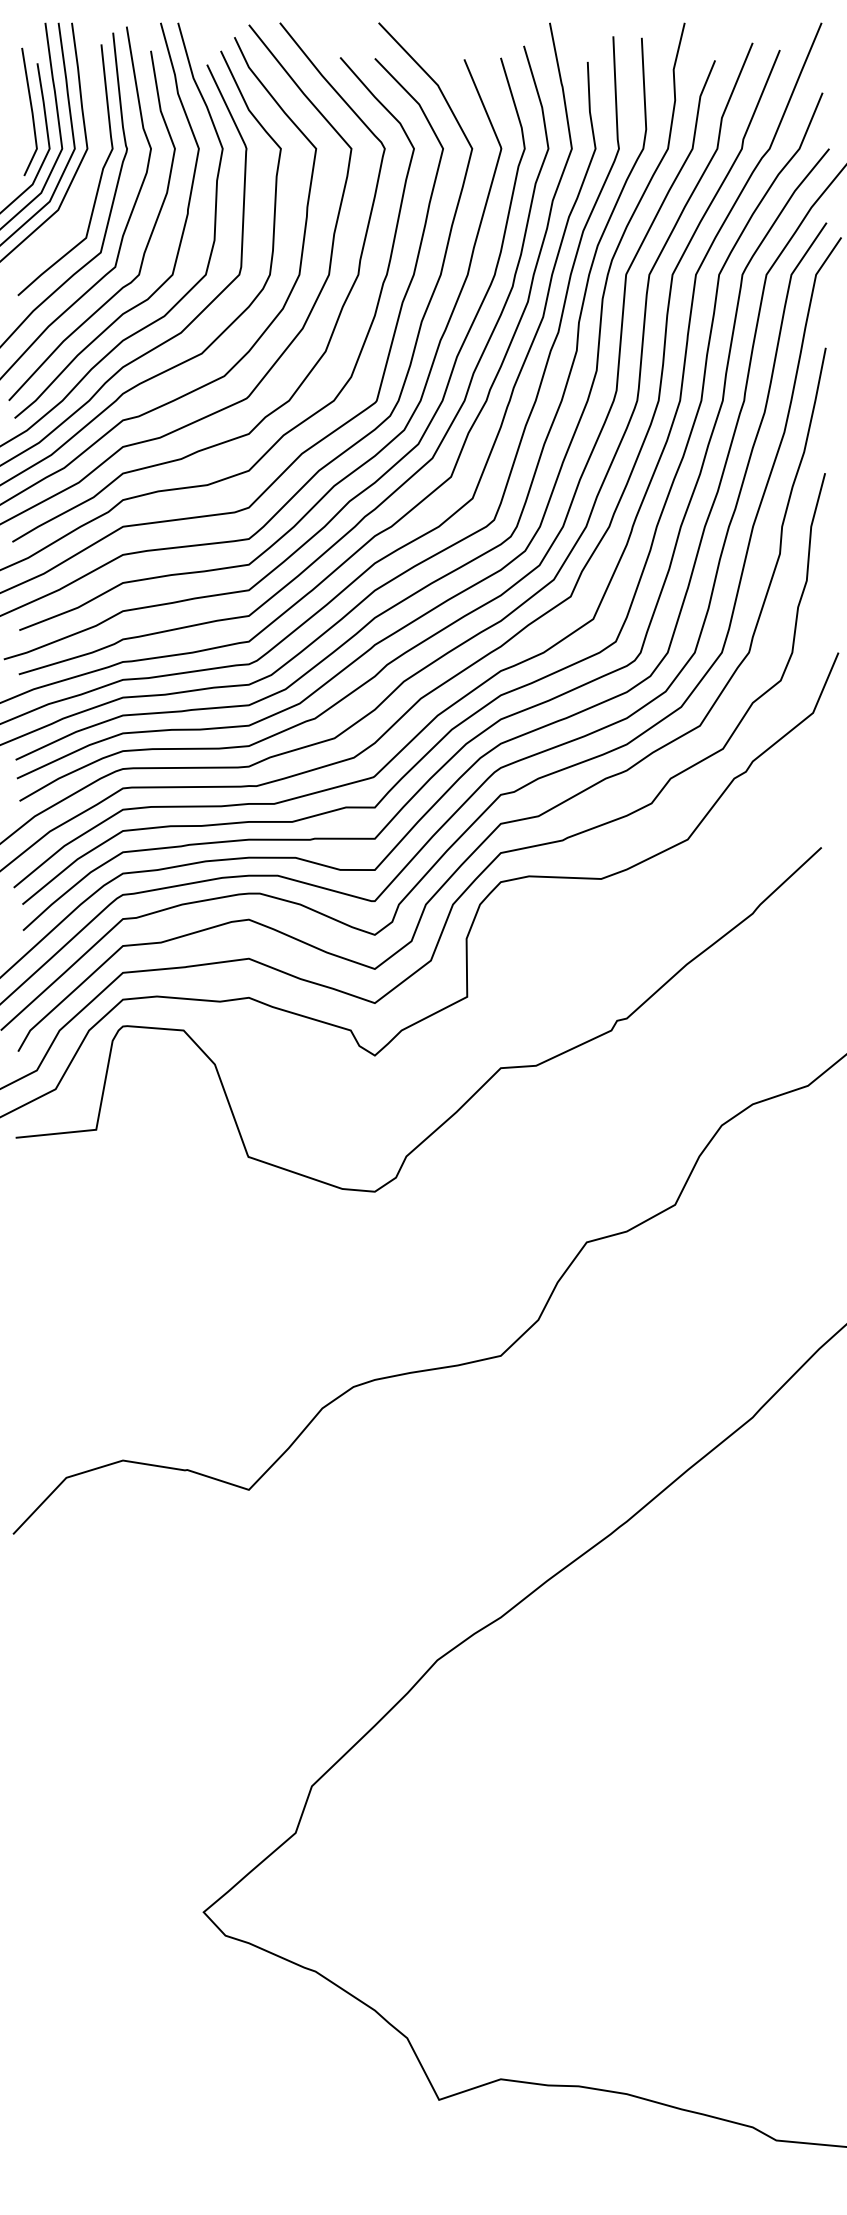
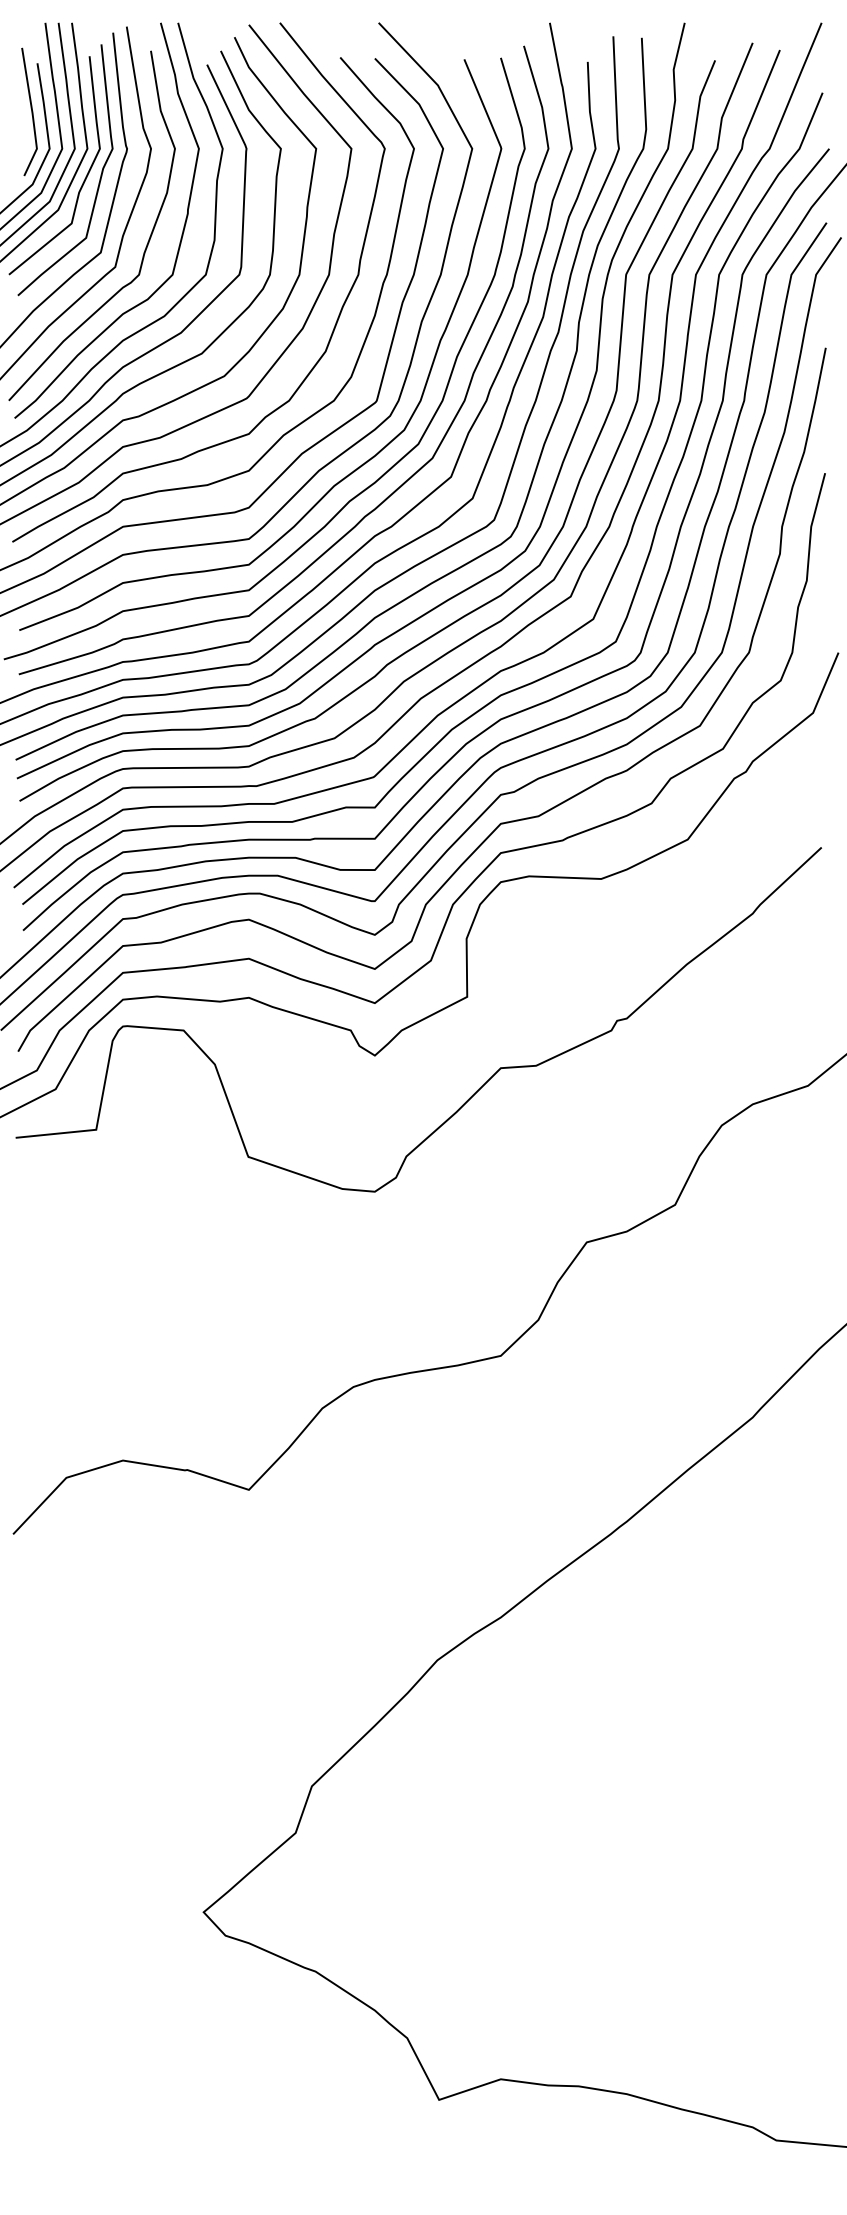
curve at (83, 180): none -> present
